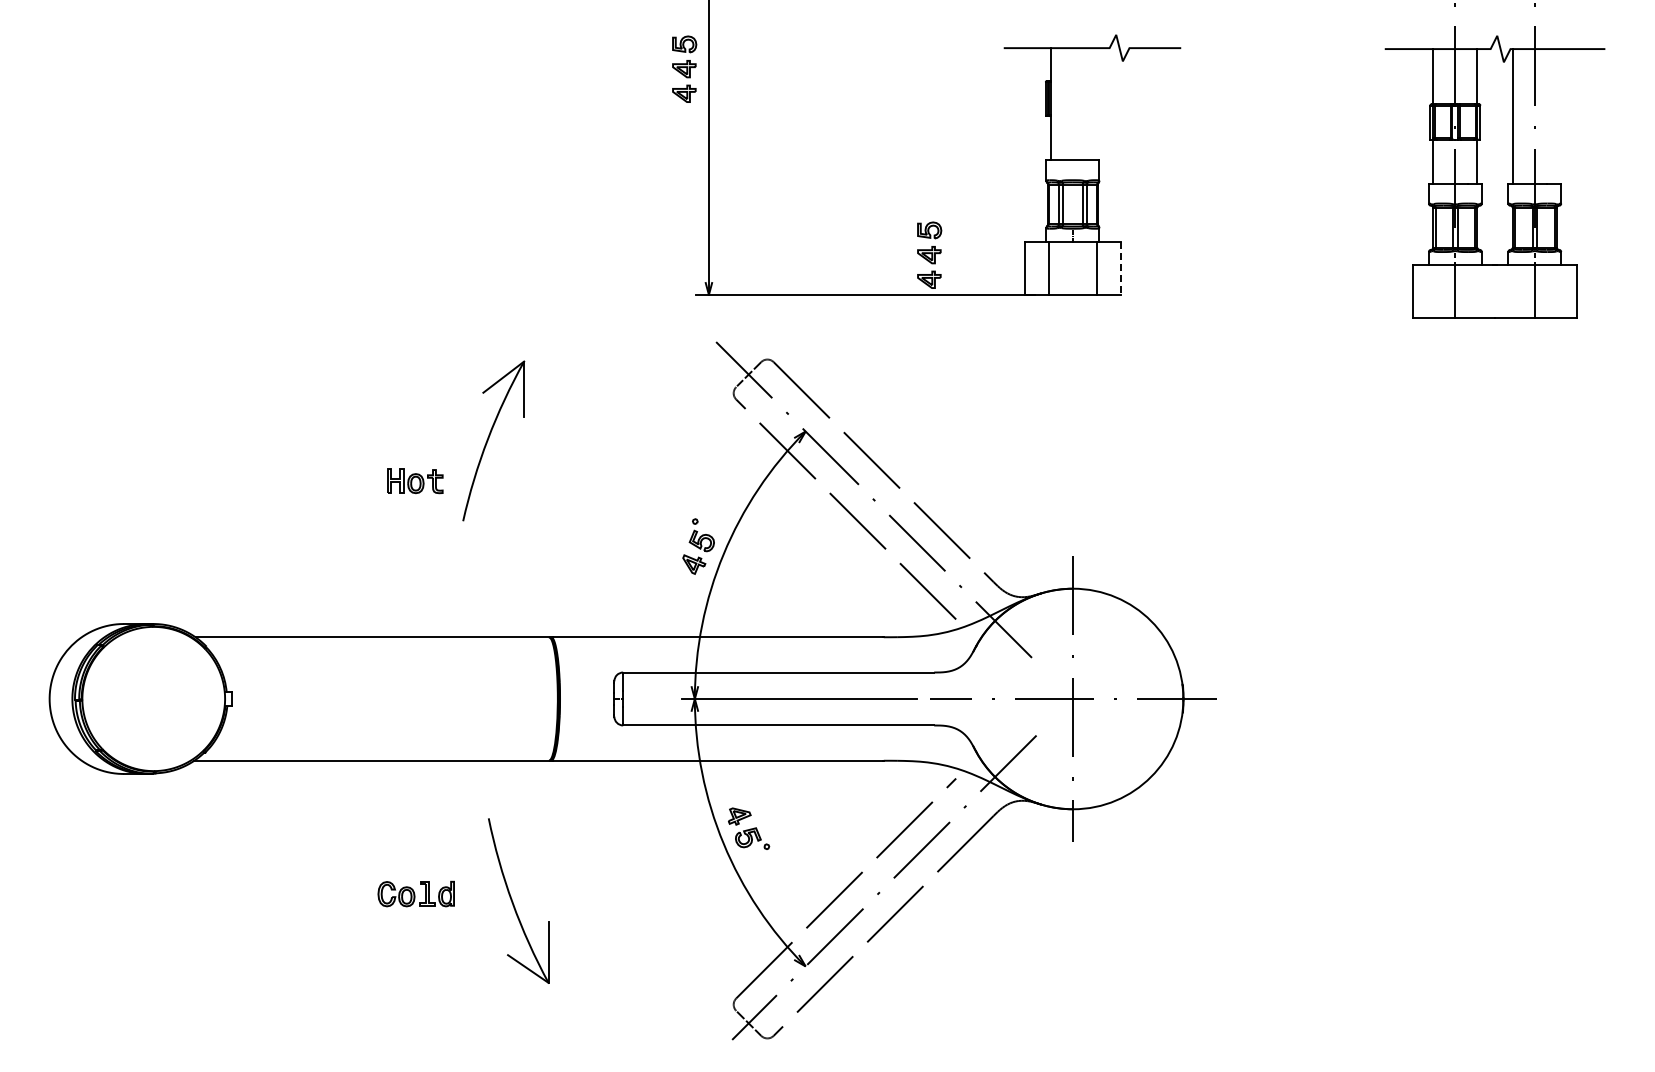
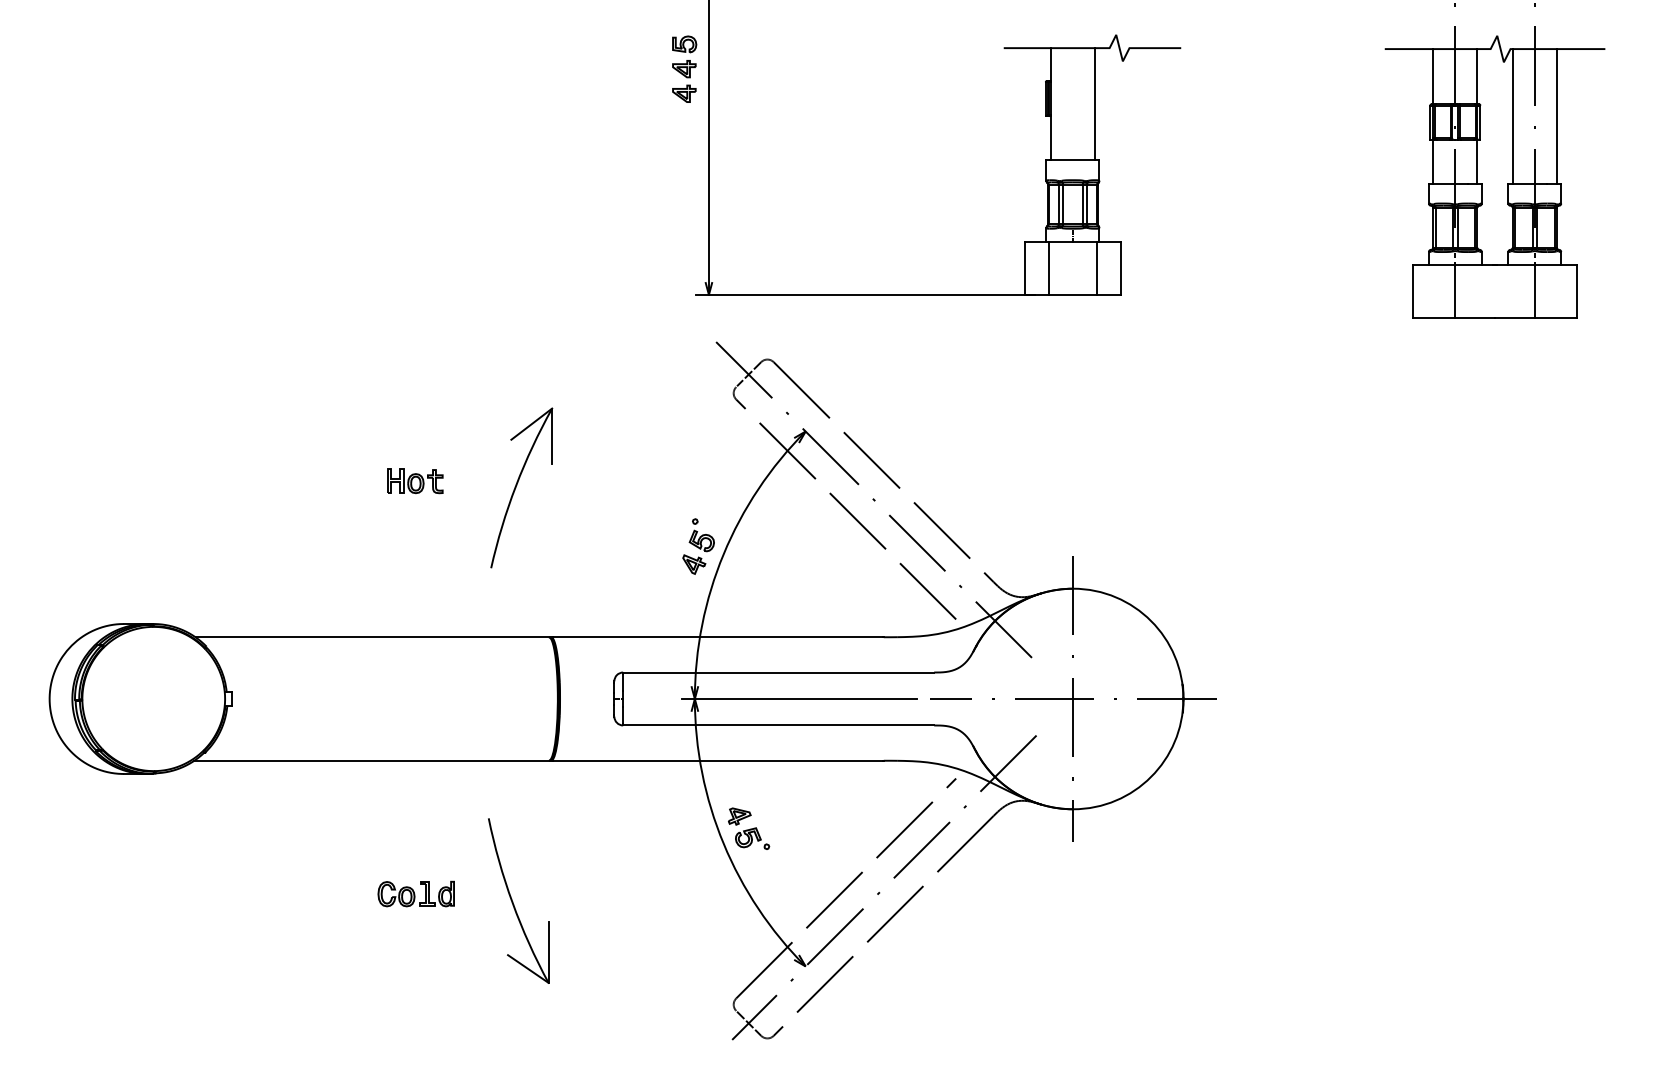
line at (1094, 104): none -> present
line at (1556, 116): none -> present
part at (929, 254): present -> none
line at (1121, 268): dashed -> solid
part at (493, 440) position: (493, 440) -> (521, 487)
